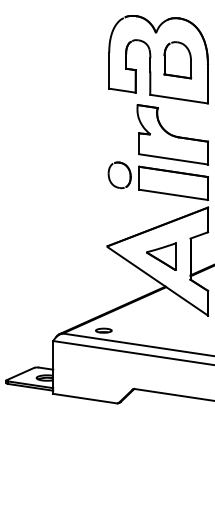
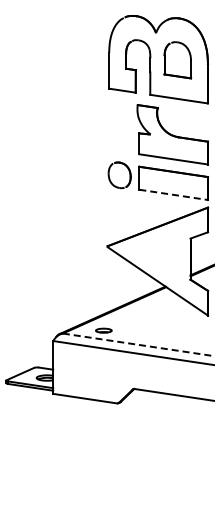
line at (173, 194): solid -> dashed
part at (161, 256): present -> none
line at (138, 344): solid -> dashed
